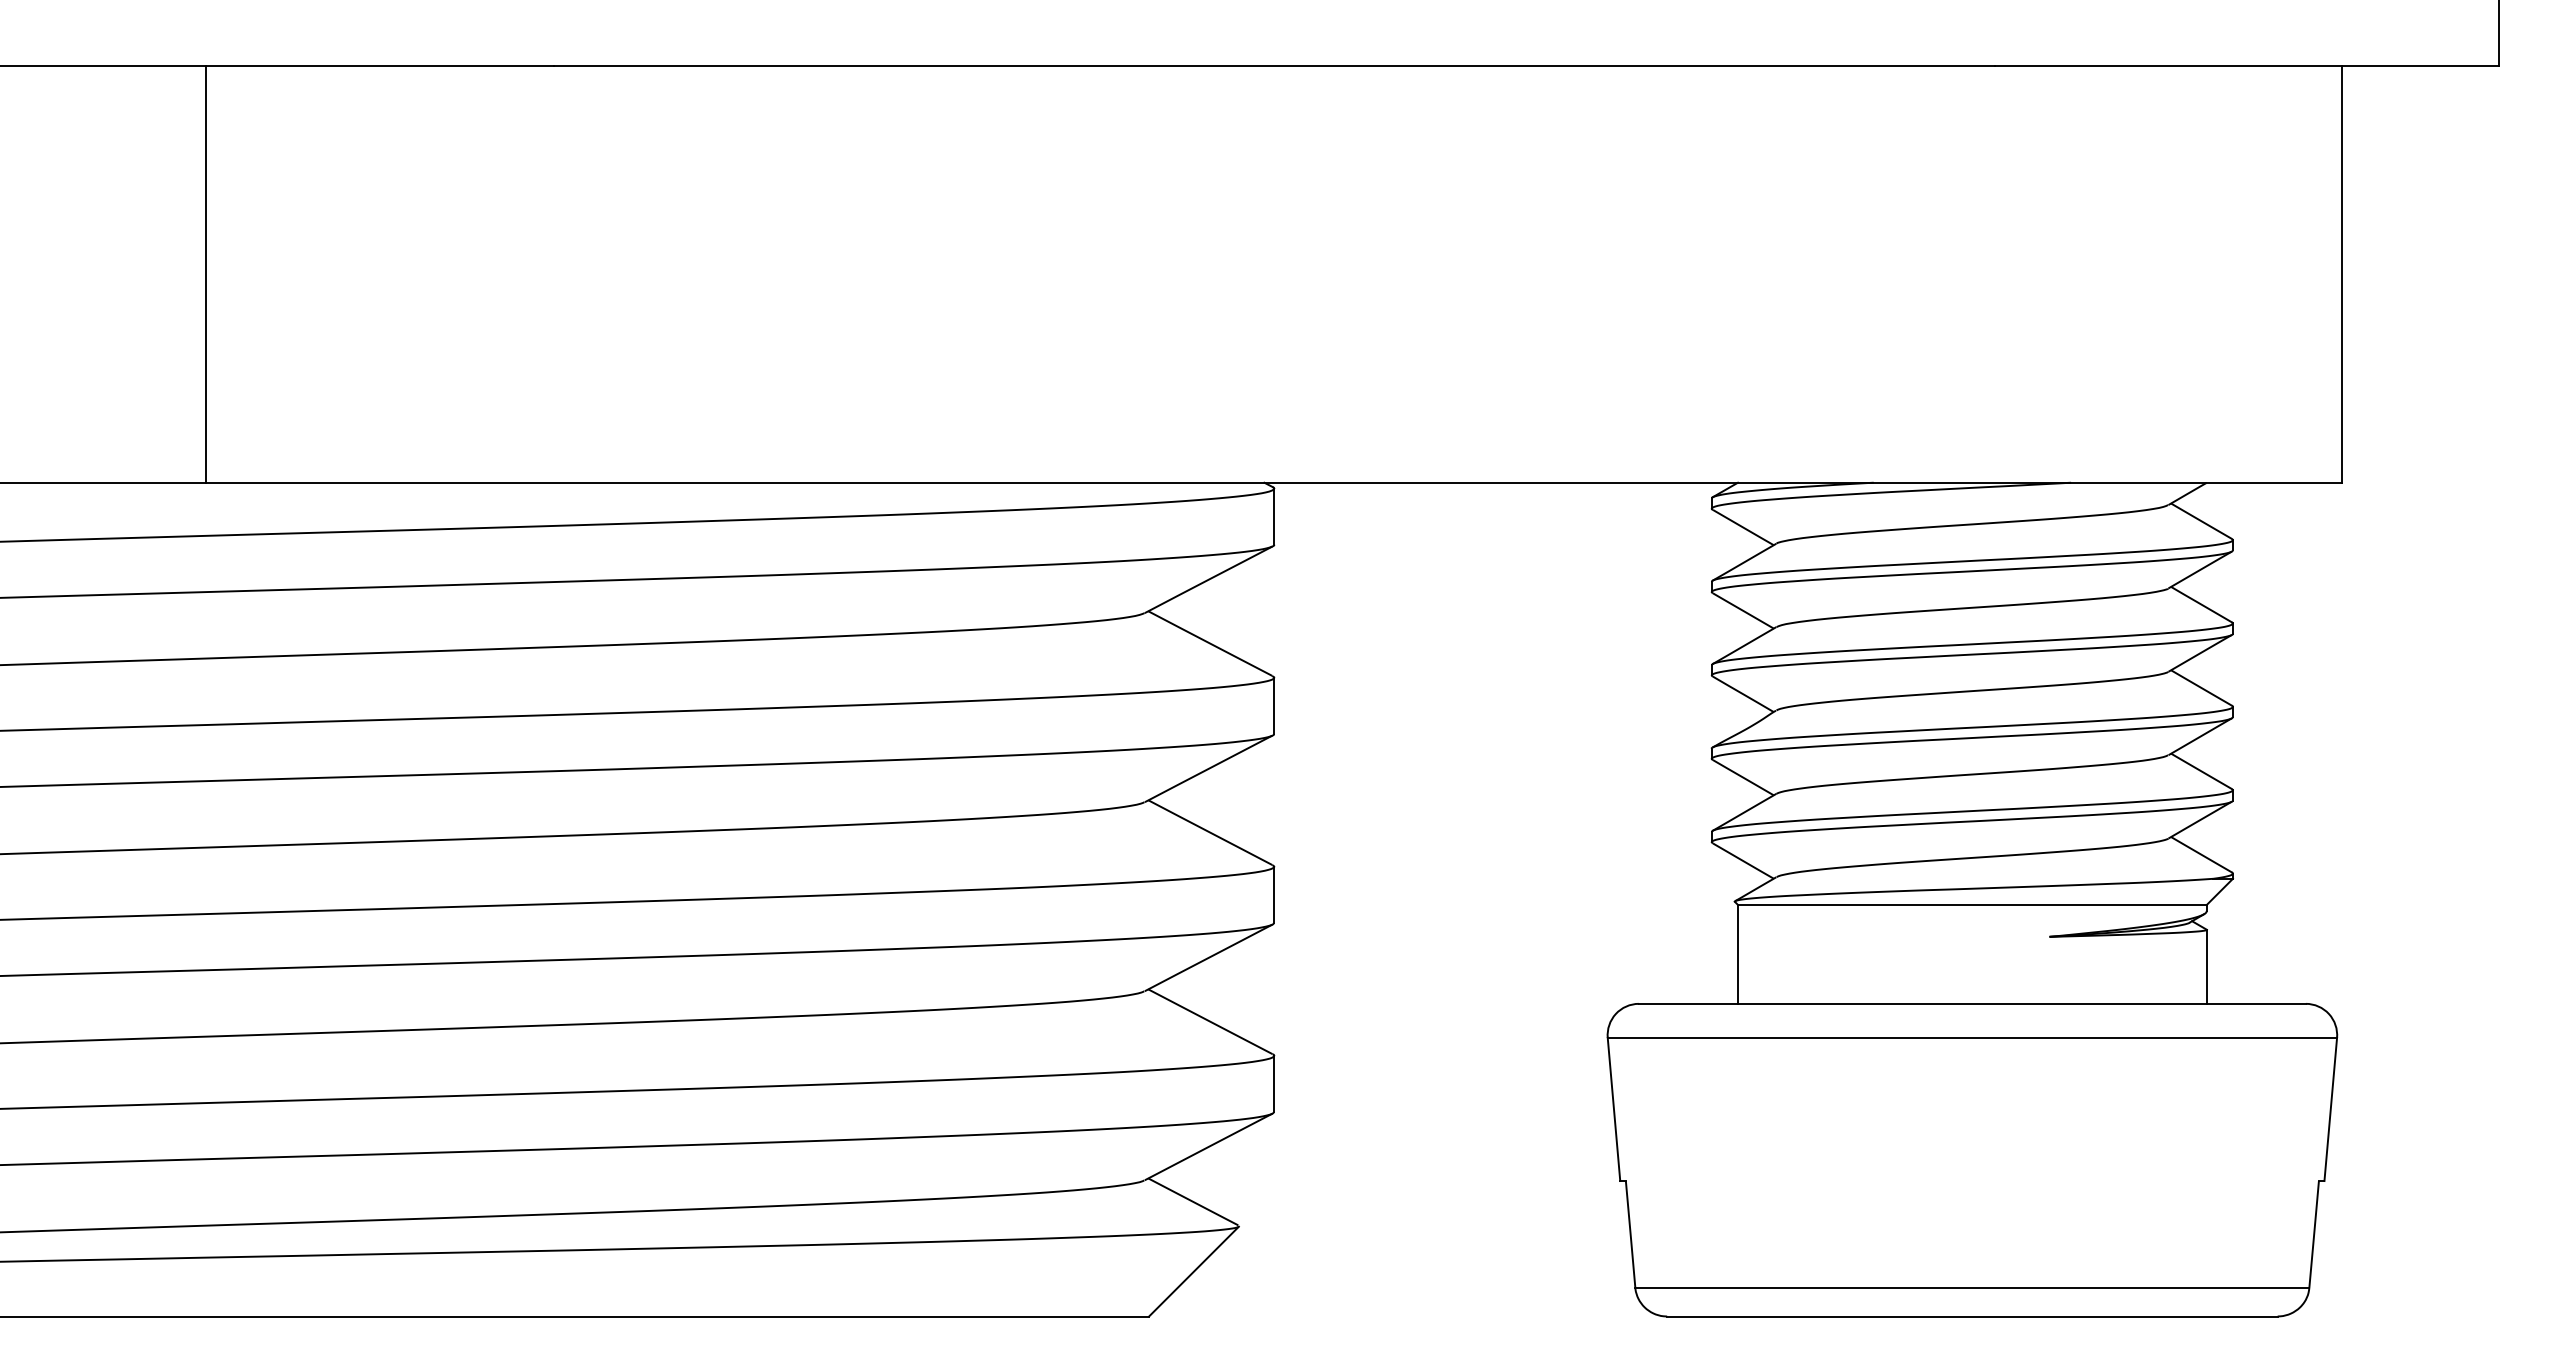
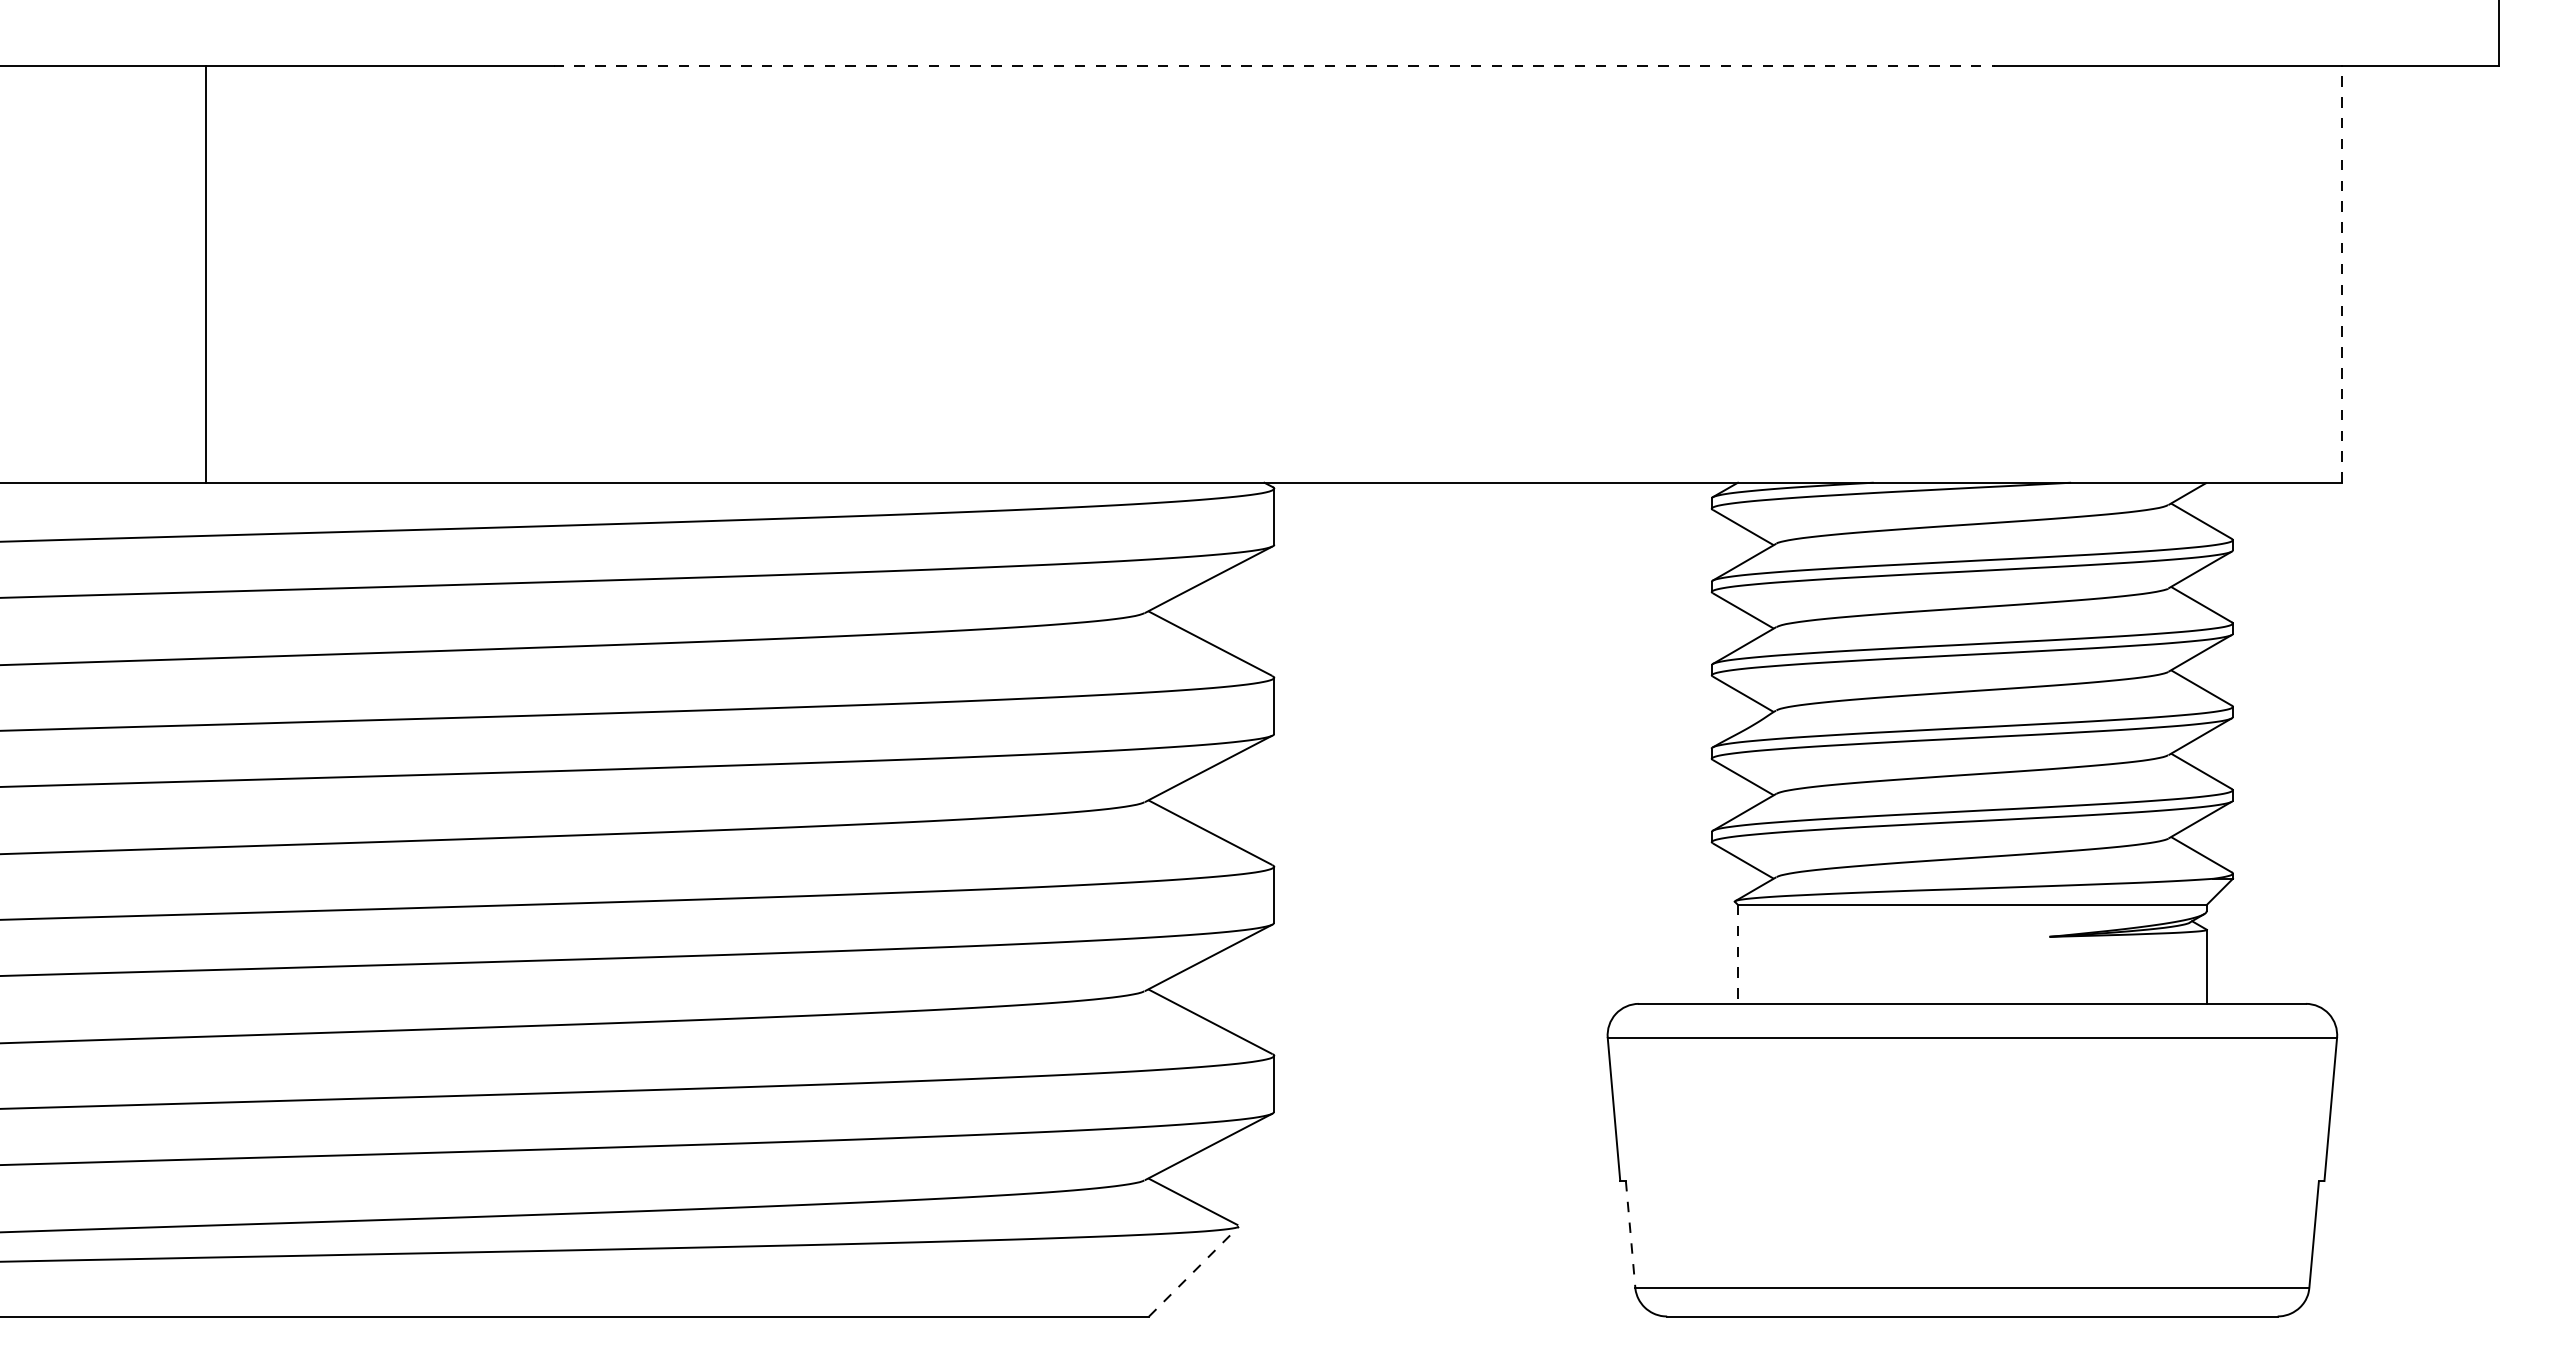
line at (1274, 65): solid -> dashed
line at (2342, 273): solid -> dashed
line at (1737, 954): solid -> dashed
line at (1630, 1235): solid -> dashed
line at (1193, 1271): solid -> dashed
